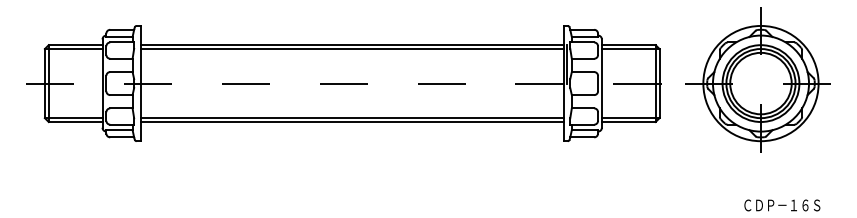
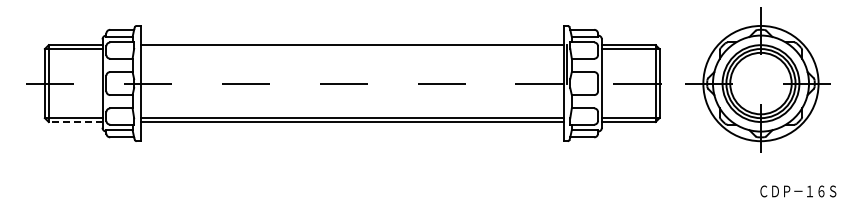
line at (351, 49): present -> none
line at (75, 122): solid -> dashed
text at (782, 205) position: (782, 205) -> (798, 191)
